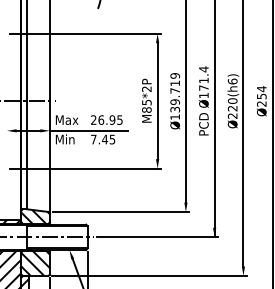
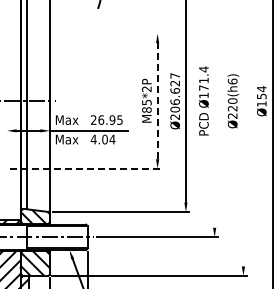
line at (85, 33): present -> none
text at (175, 96): Ø139.719 -> Ø206.627
line at (157, 101): solid -> dashed
text at (261, 103): Ø254 -> Ø154
line at (214, 119): present -> none
line at (243, 134): present -> none
text at (71, 139): Min -> Max
text at (102, 139): 7.45 -> 4.04
line at (86, 168): solid -> dashed
